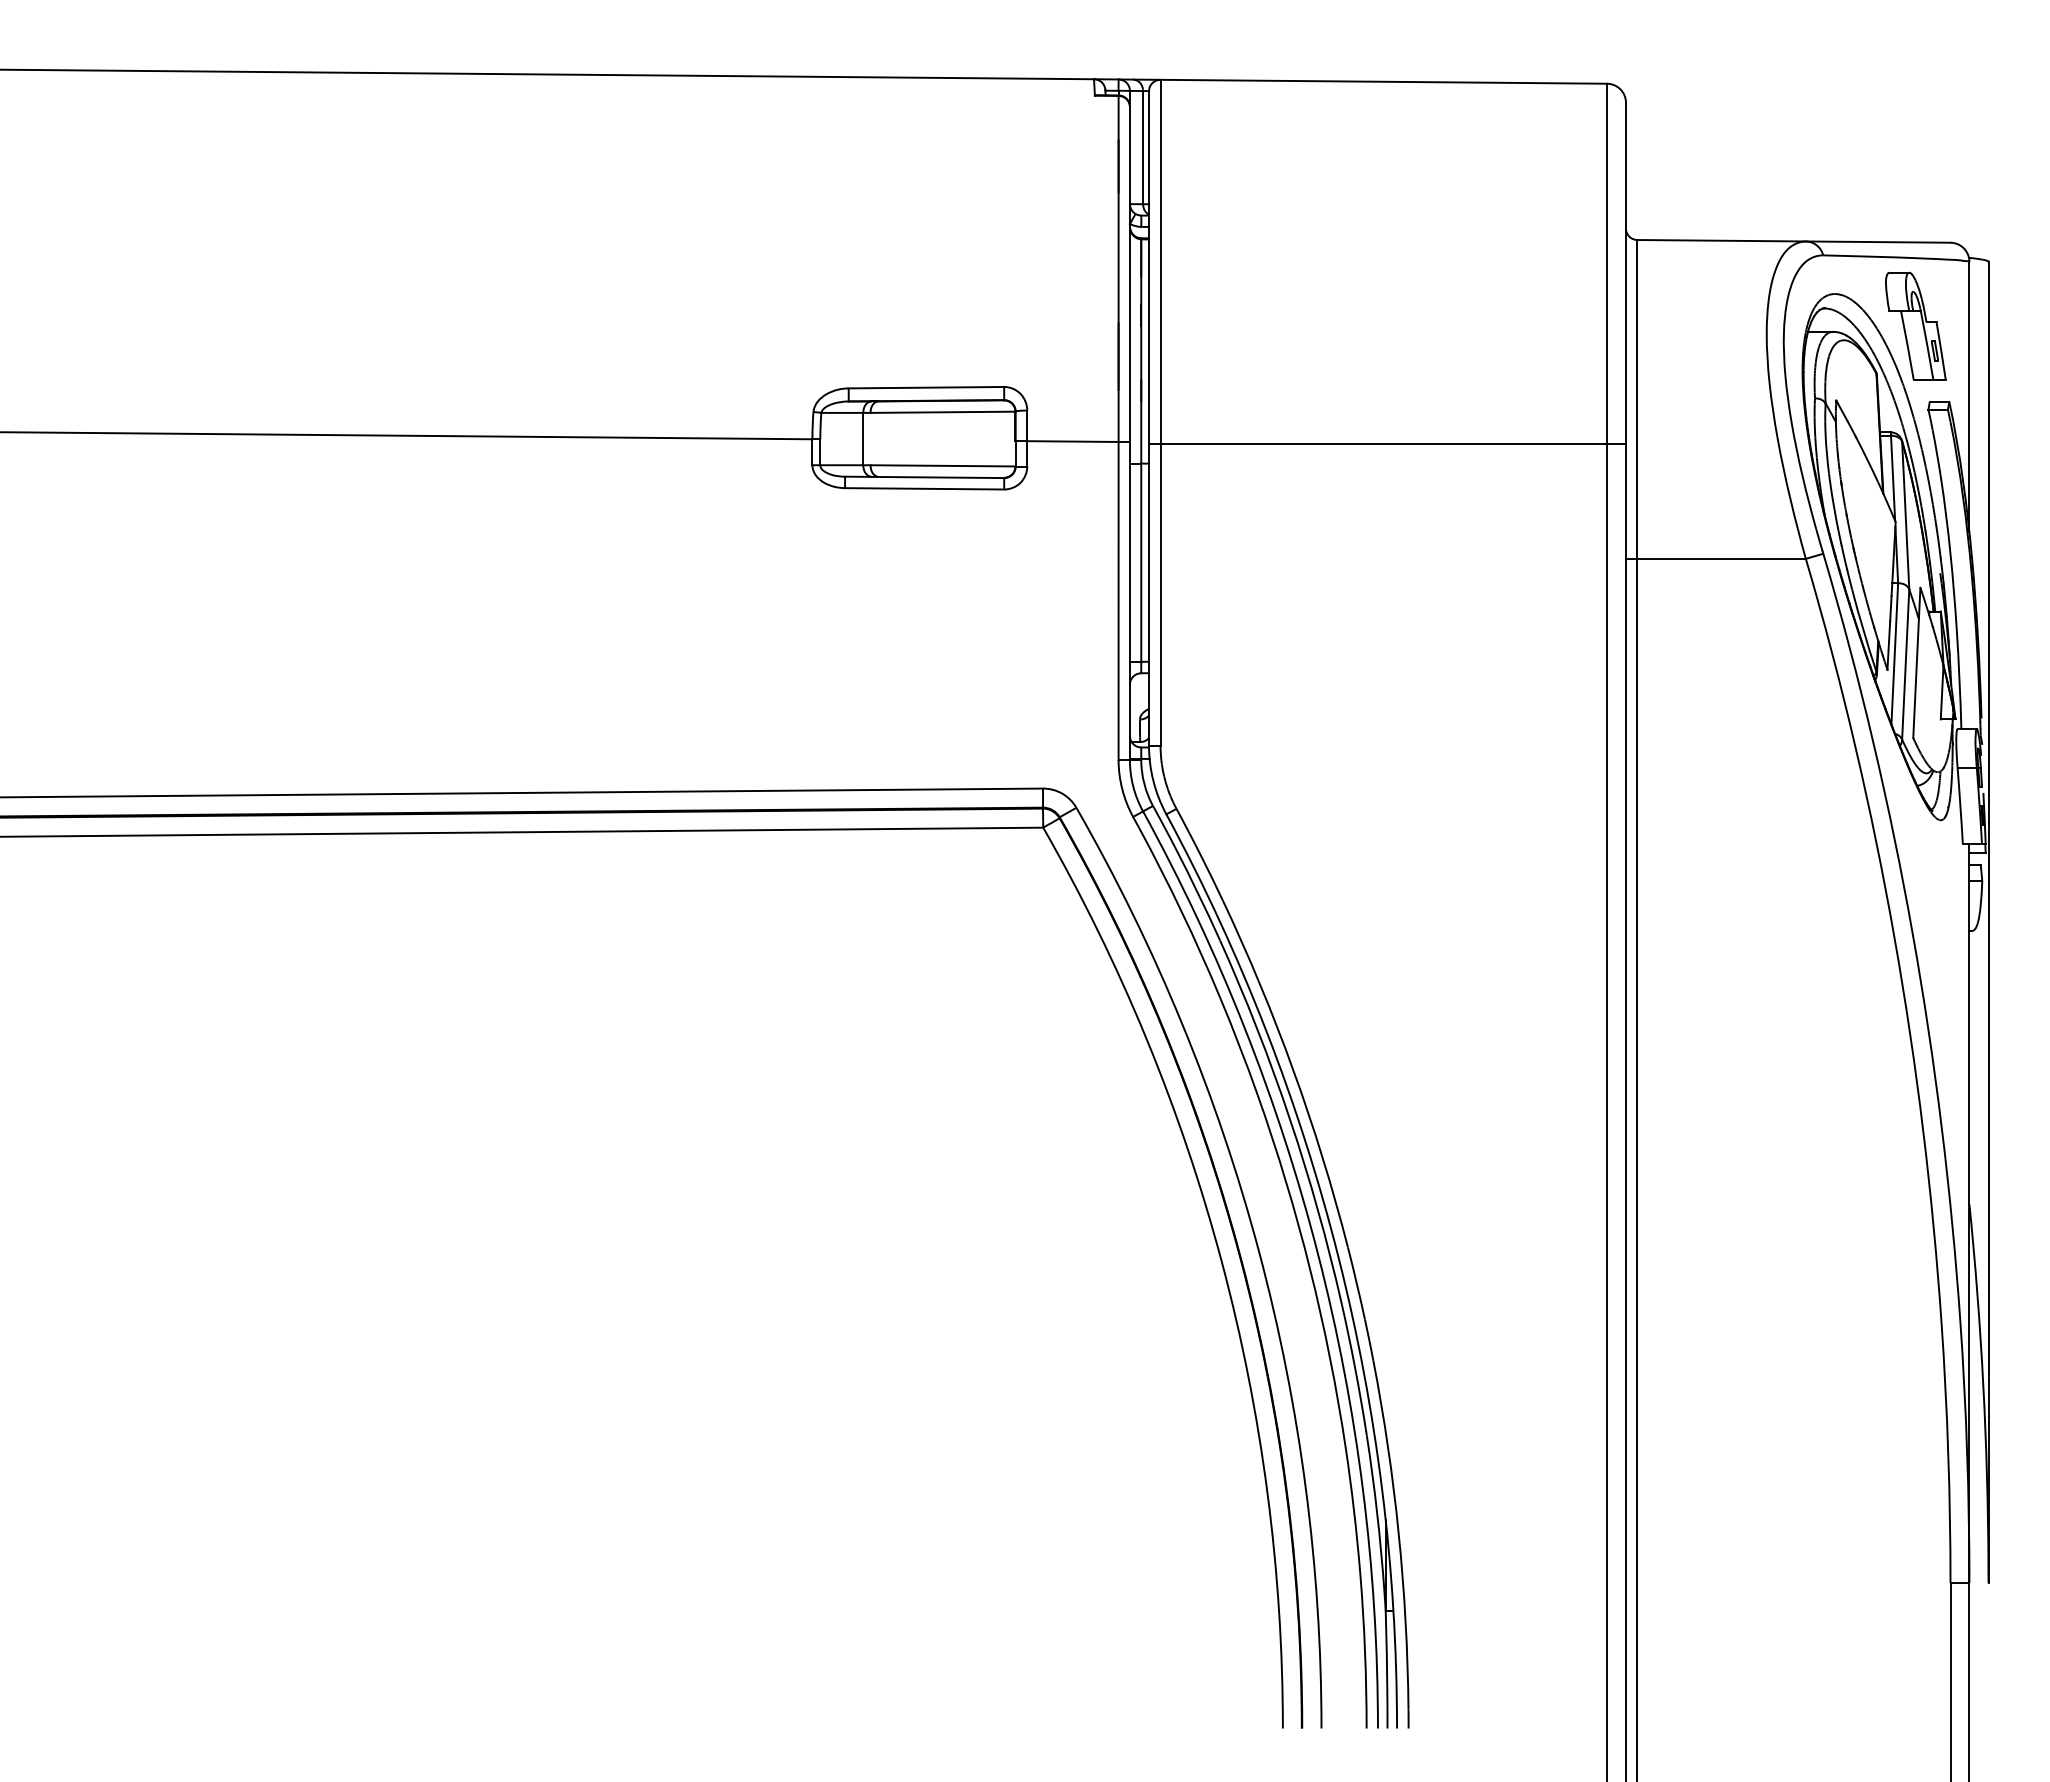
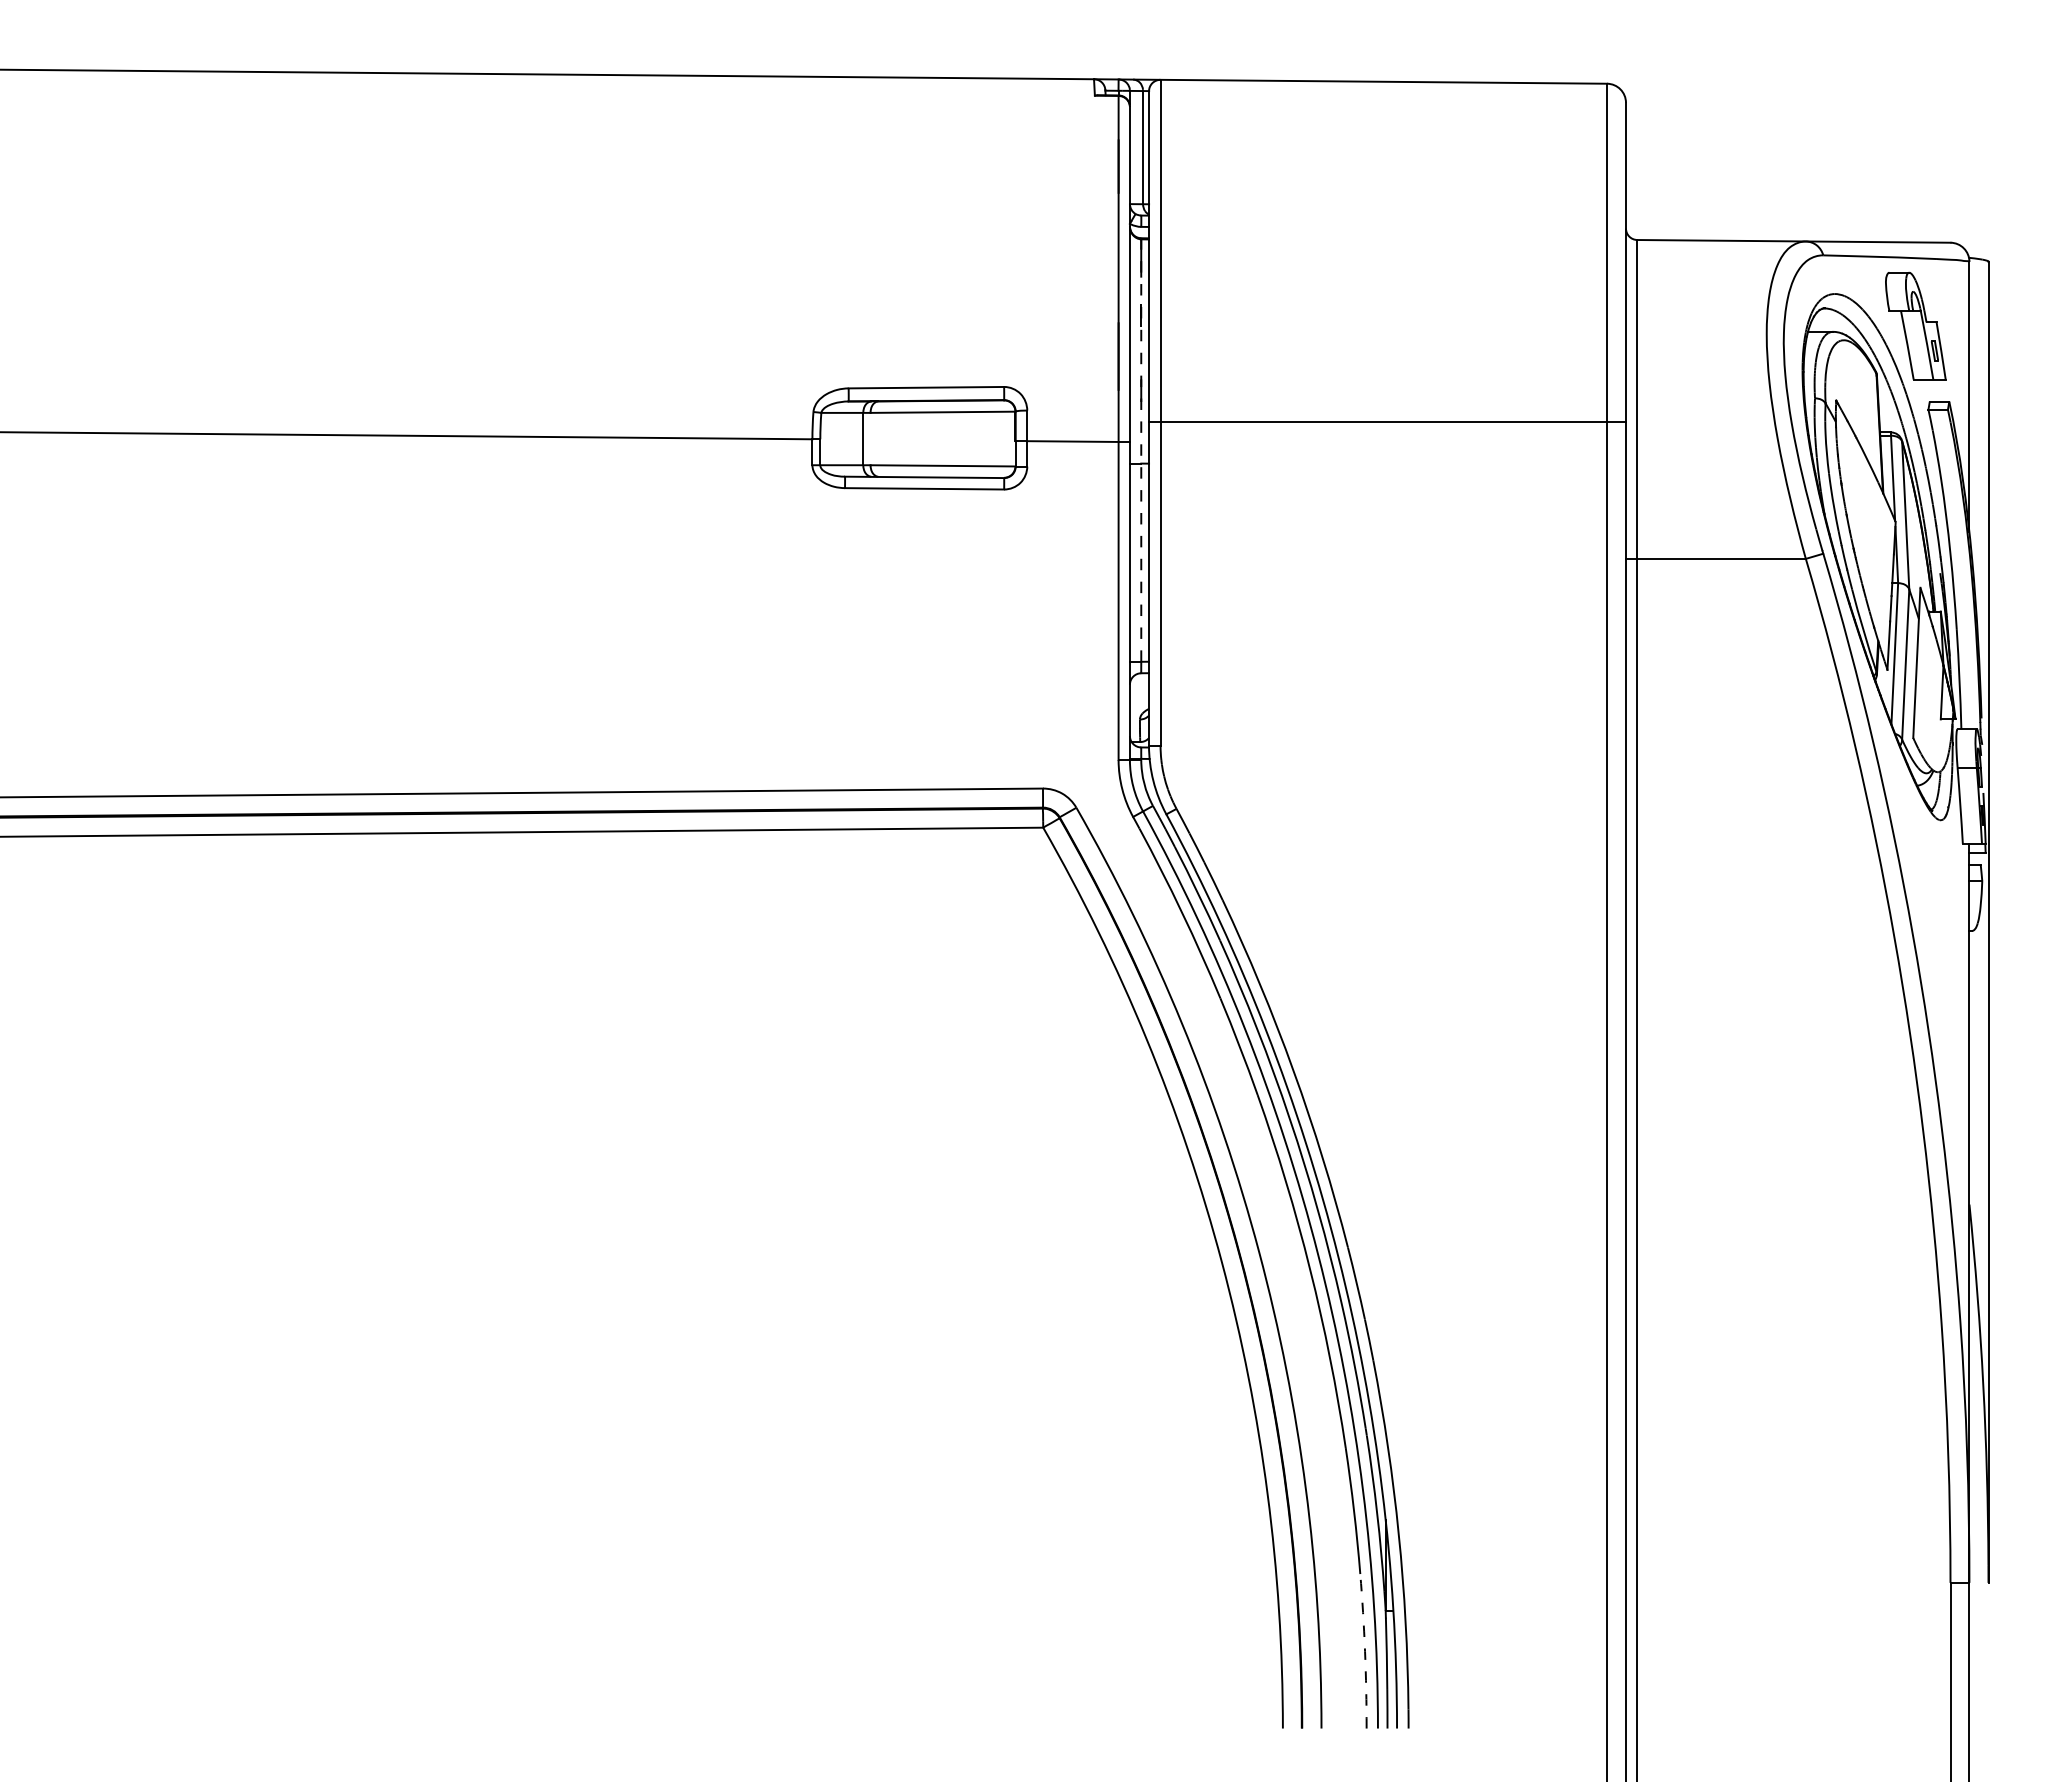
line at (1387, 444) position: (1387, 444) -> (1387, 422)
line at (1141, 450): solid -> dashed
arc at (1365, 1651): solid -> dashed
